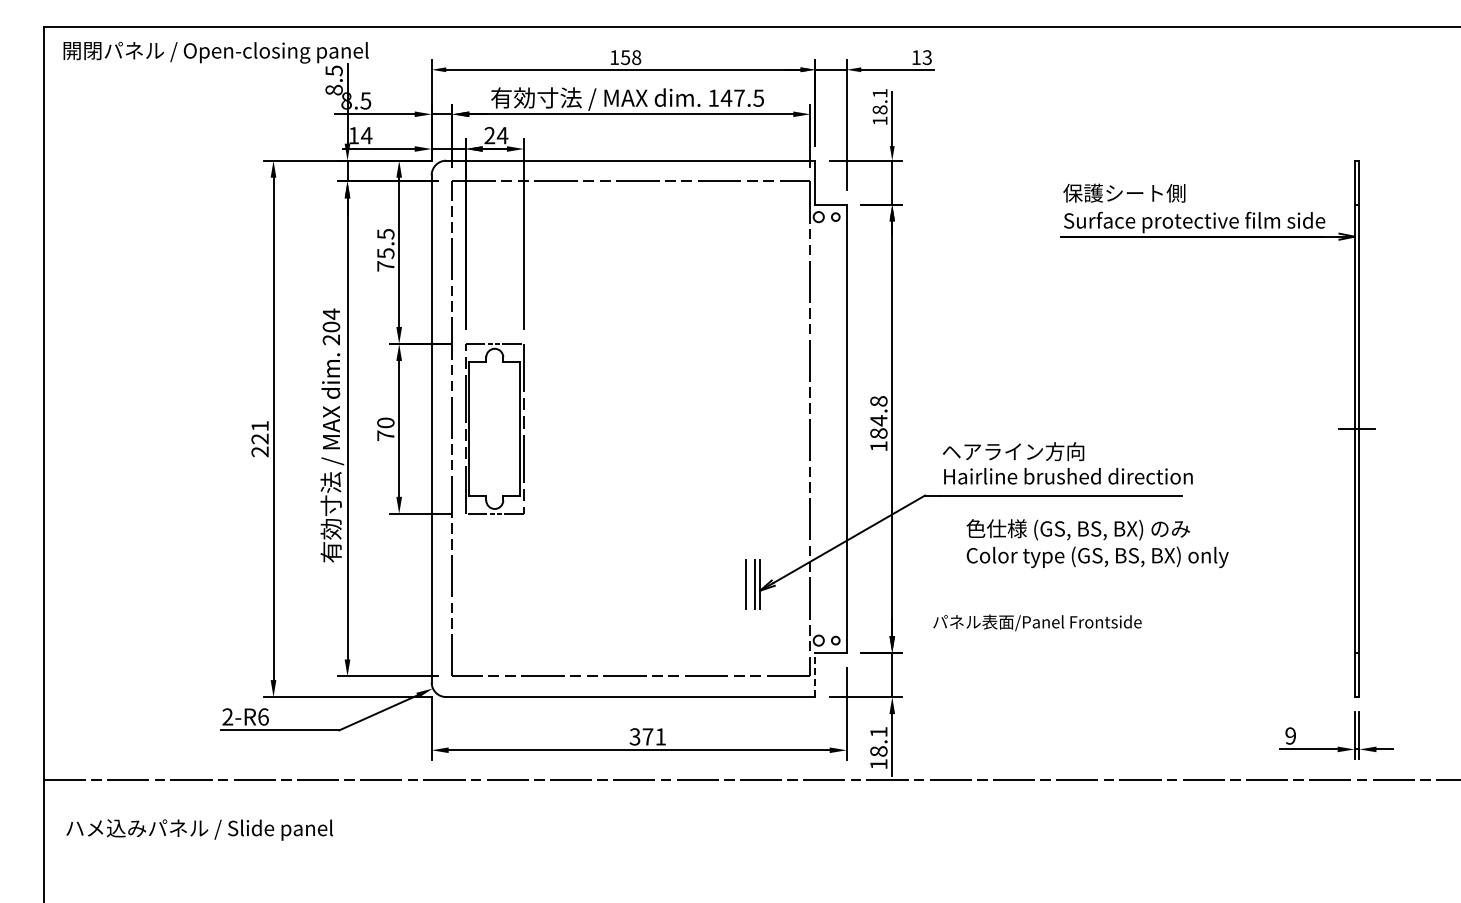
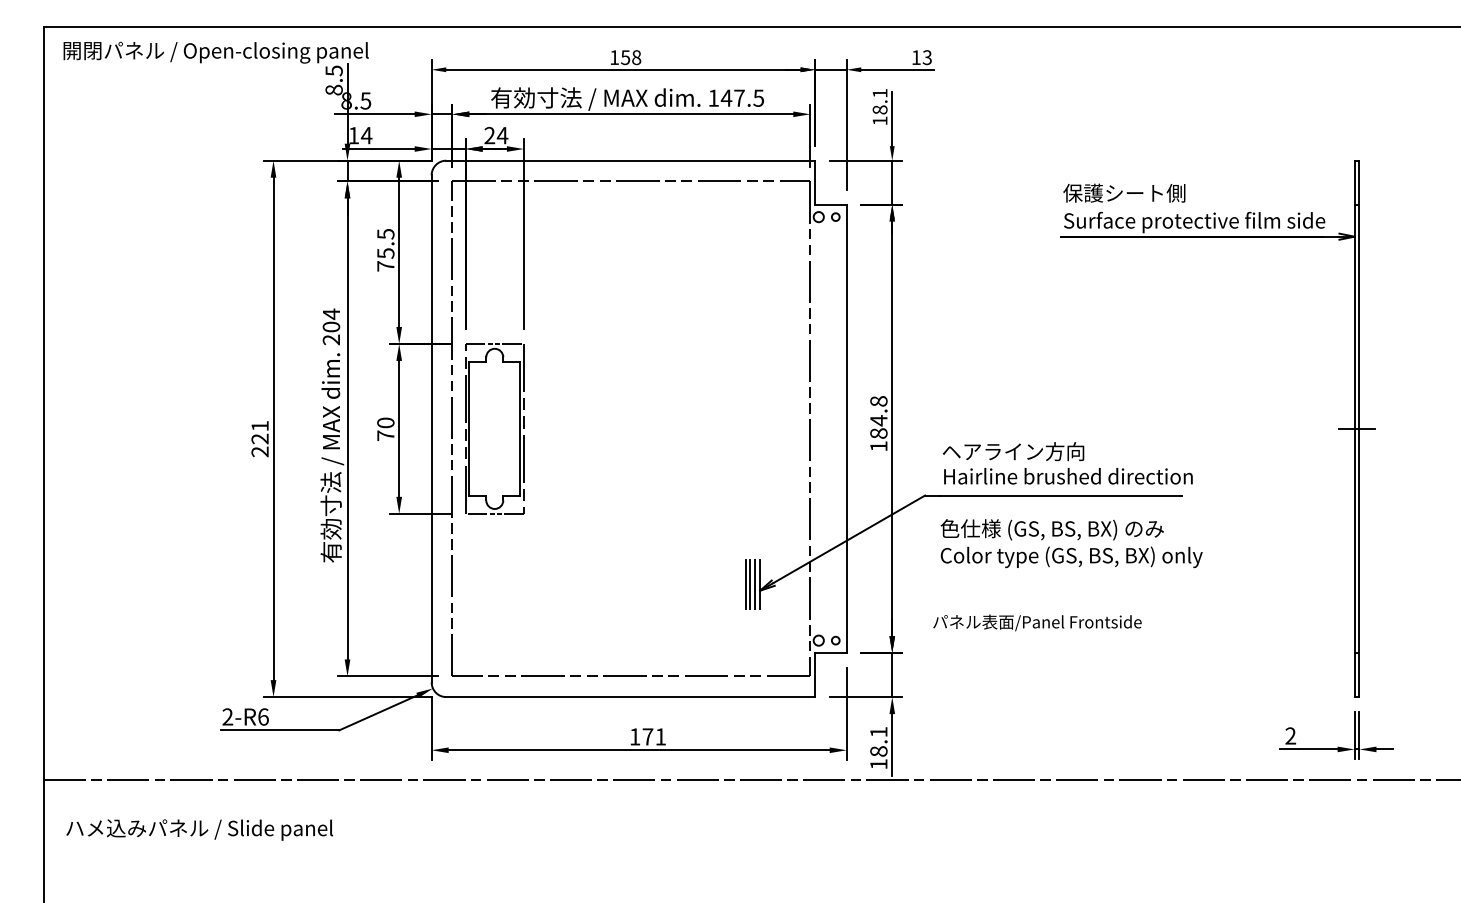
text at (1097, 543) position: (1097, 543) -> (1071, 543)
line at (750, 584): none -> present
line at (815, 675): dashed -> solid
text at (1290, 735): 9 -> 2
text at (634, 736): 371 -> 171
